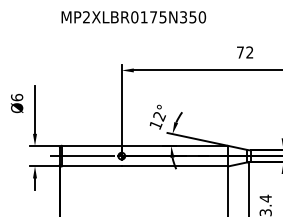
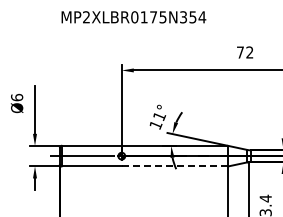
text at (202, 17): MP2XLBR0175N350 -> MP2XLBR0175N354
text at (159, 116): 12° -> 11°
line at (175, 166): solid -> dashed
